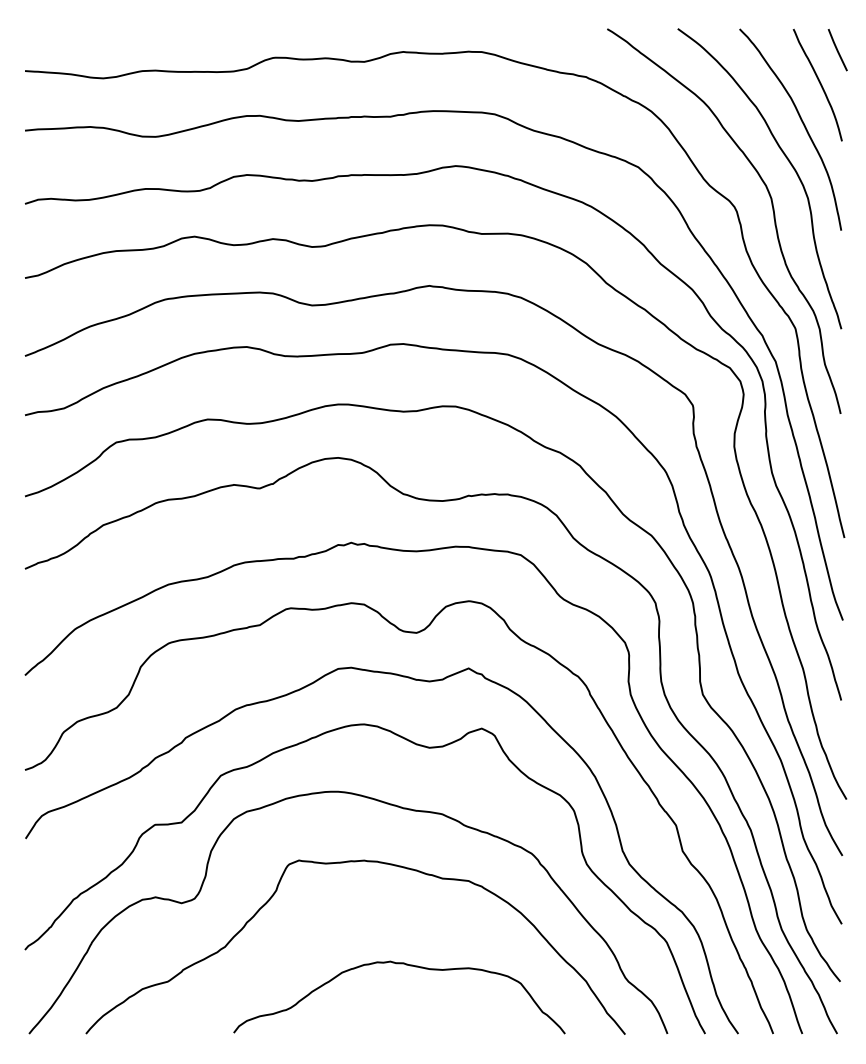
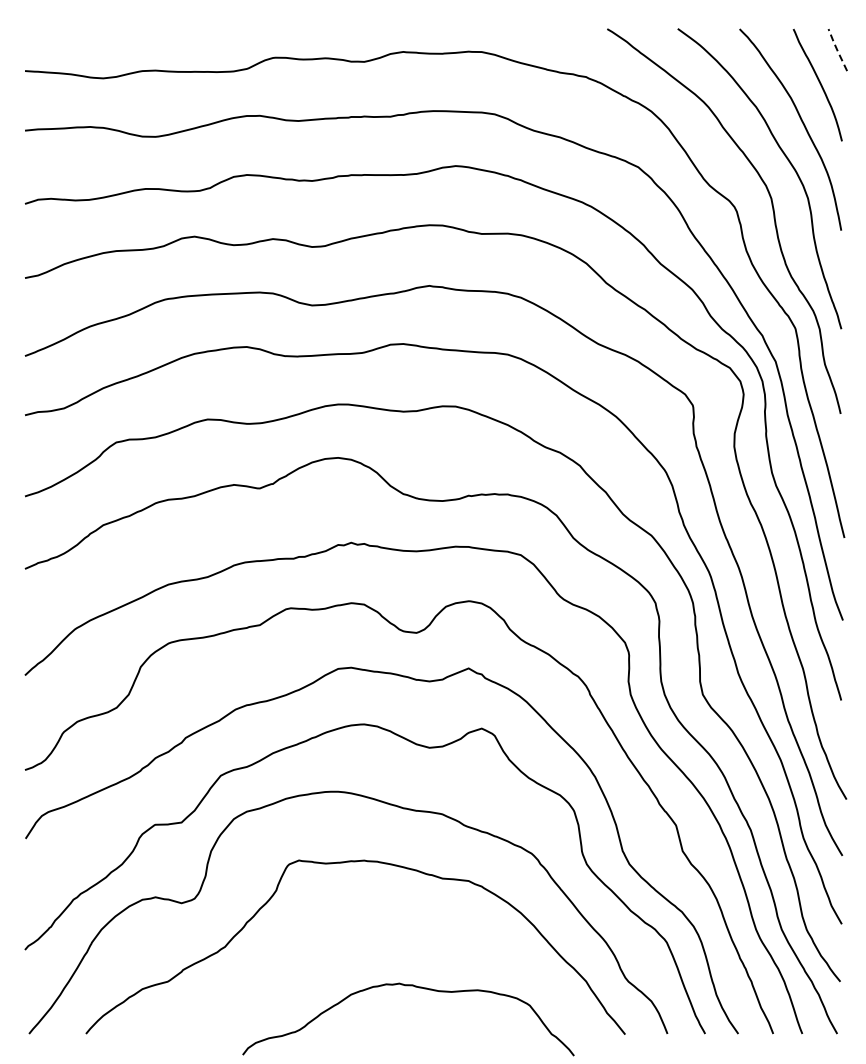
line at (837, 49): solid -> dashed
curve at (406, 965) position: (406, 965) -> (415, 987)
